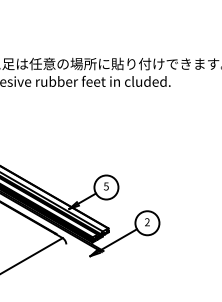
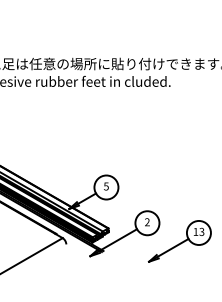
part at (179, 241): none -> present
